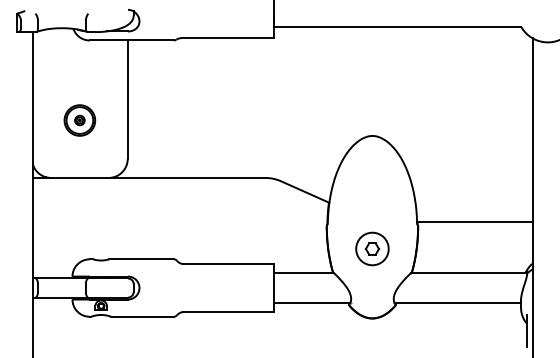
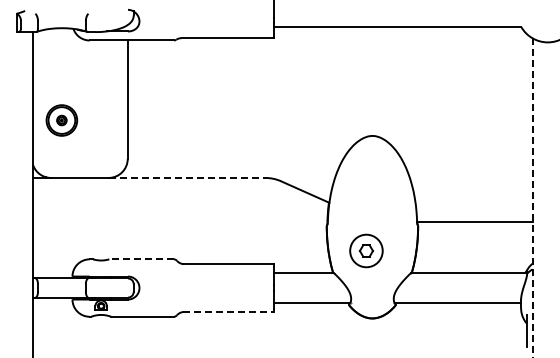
part at (79, 120) position: (79, 120) -> (61, 120)
line at (187, 177): solid -> dashed
line at (532, 198): solid -> dashed
part at (372, 248) position: (372, 248) -> (366, 250)
line at (141, 259): solid -> dashed
line at (228, 311): solid -> dashed
